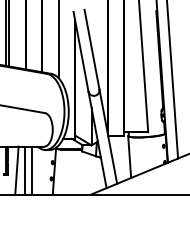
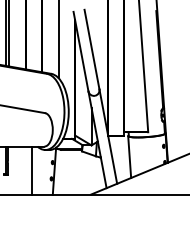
line at (172, 80): present -> none
line at (16, 170): present -> none
line at (24, 170): present -> none
